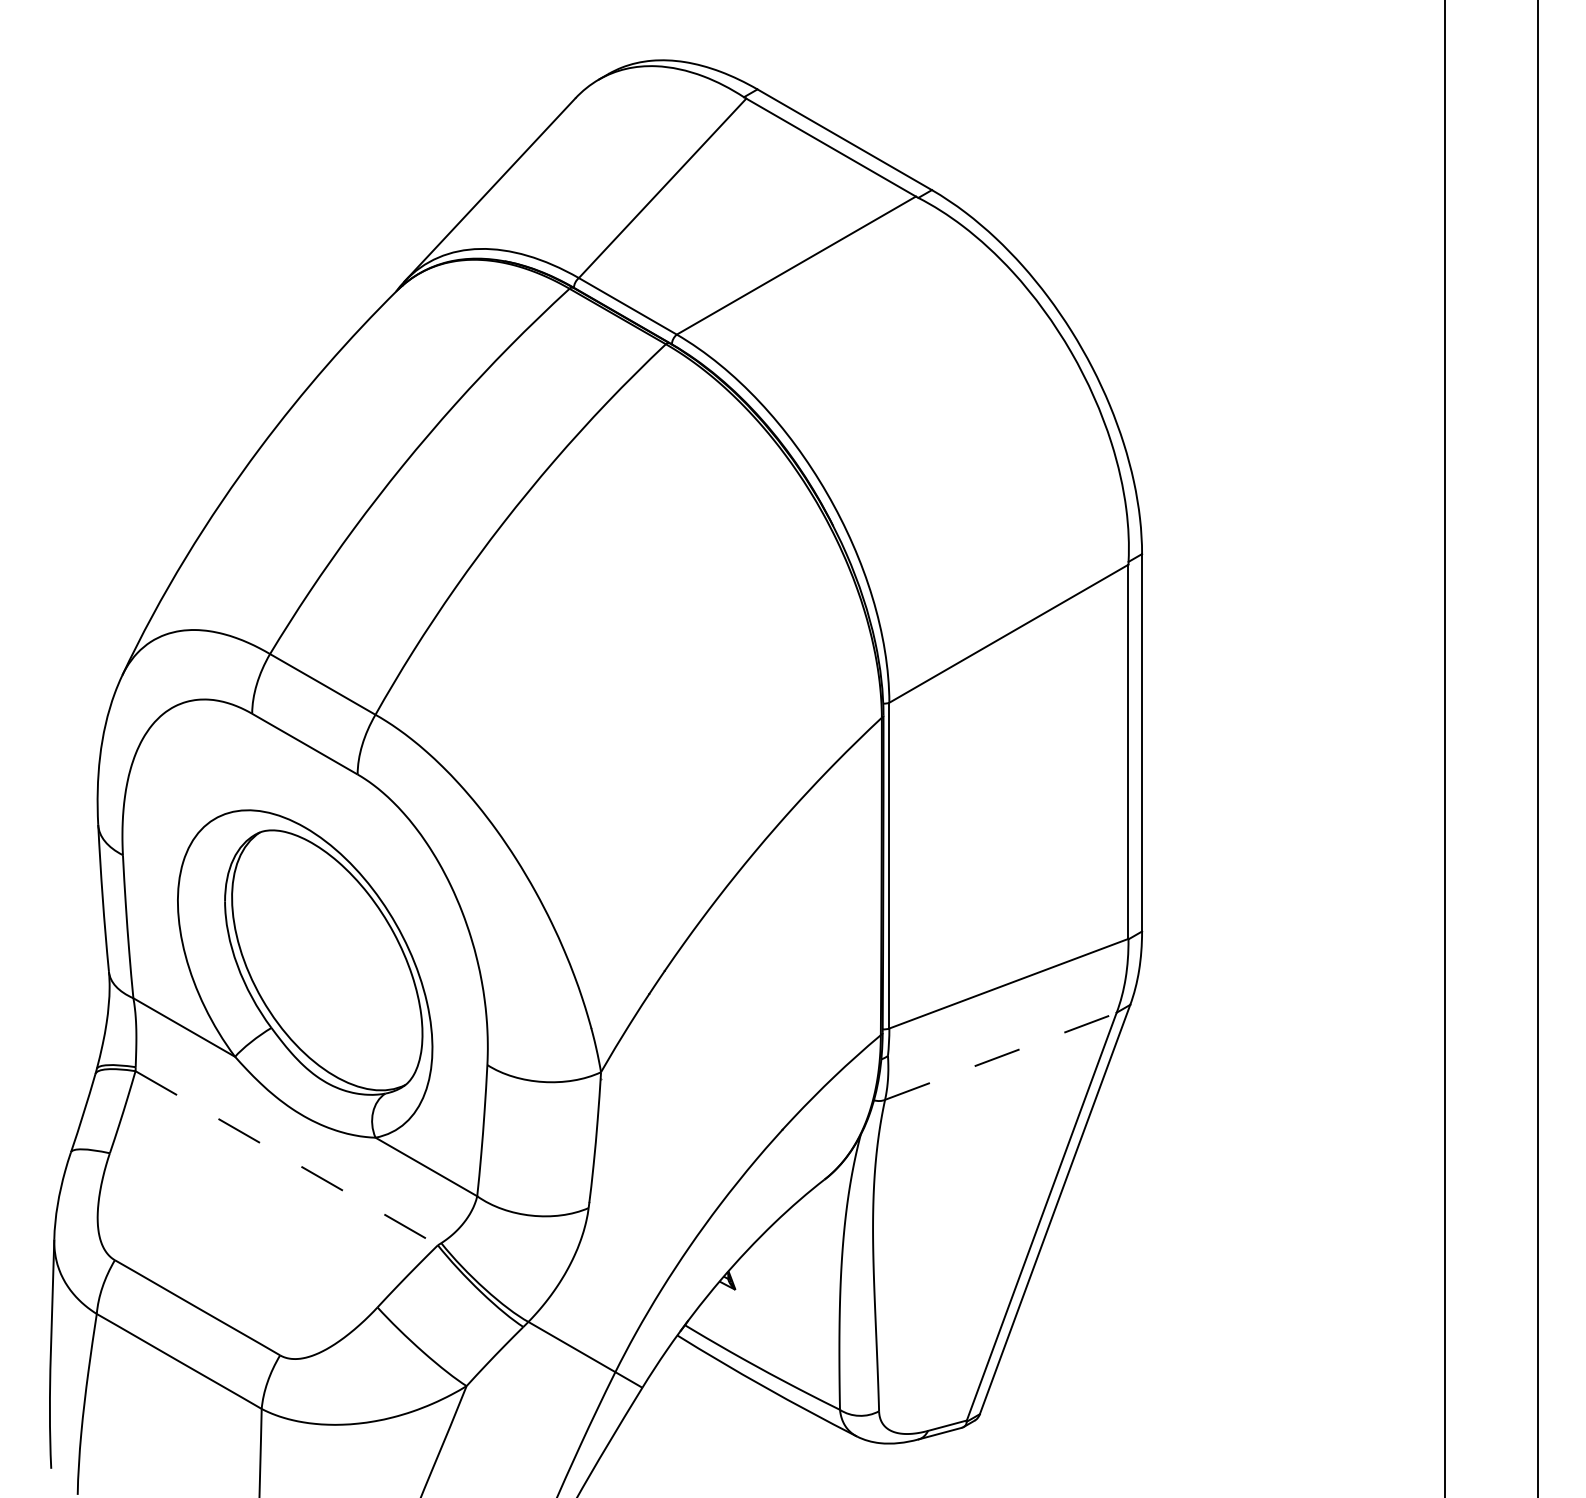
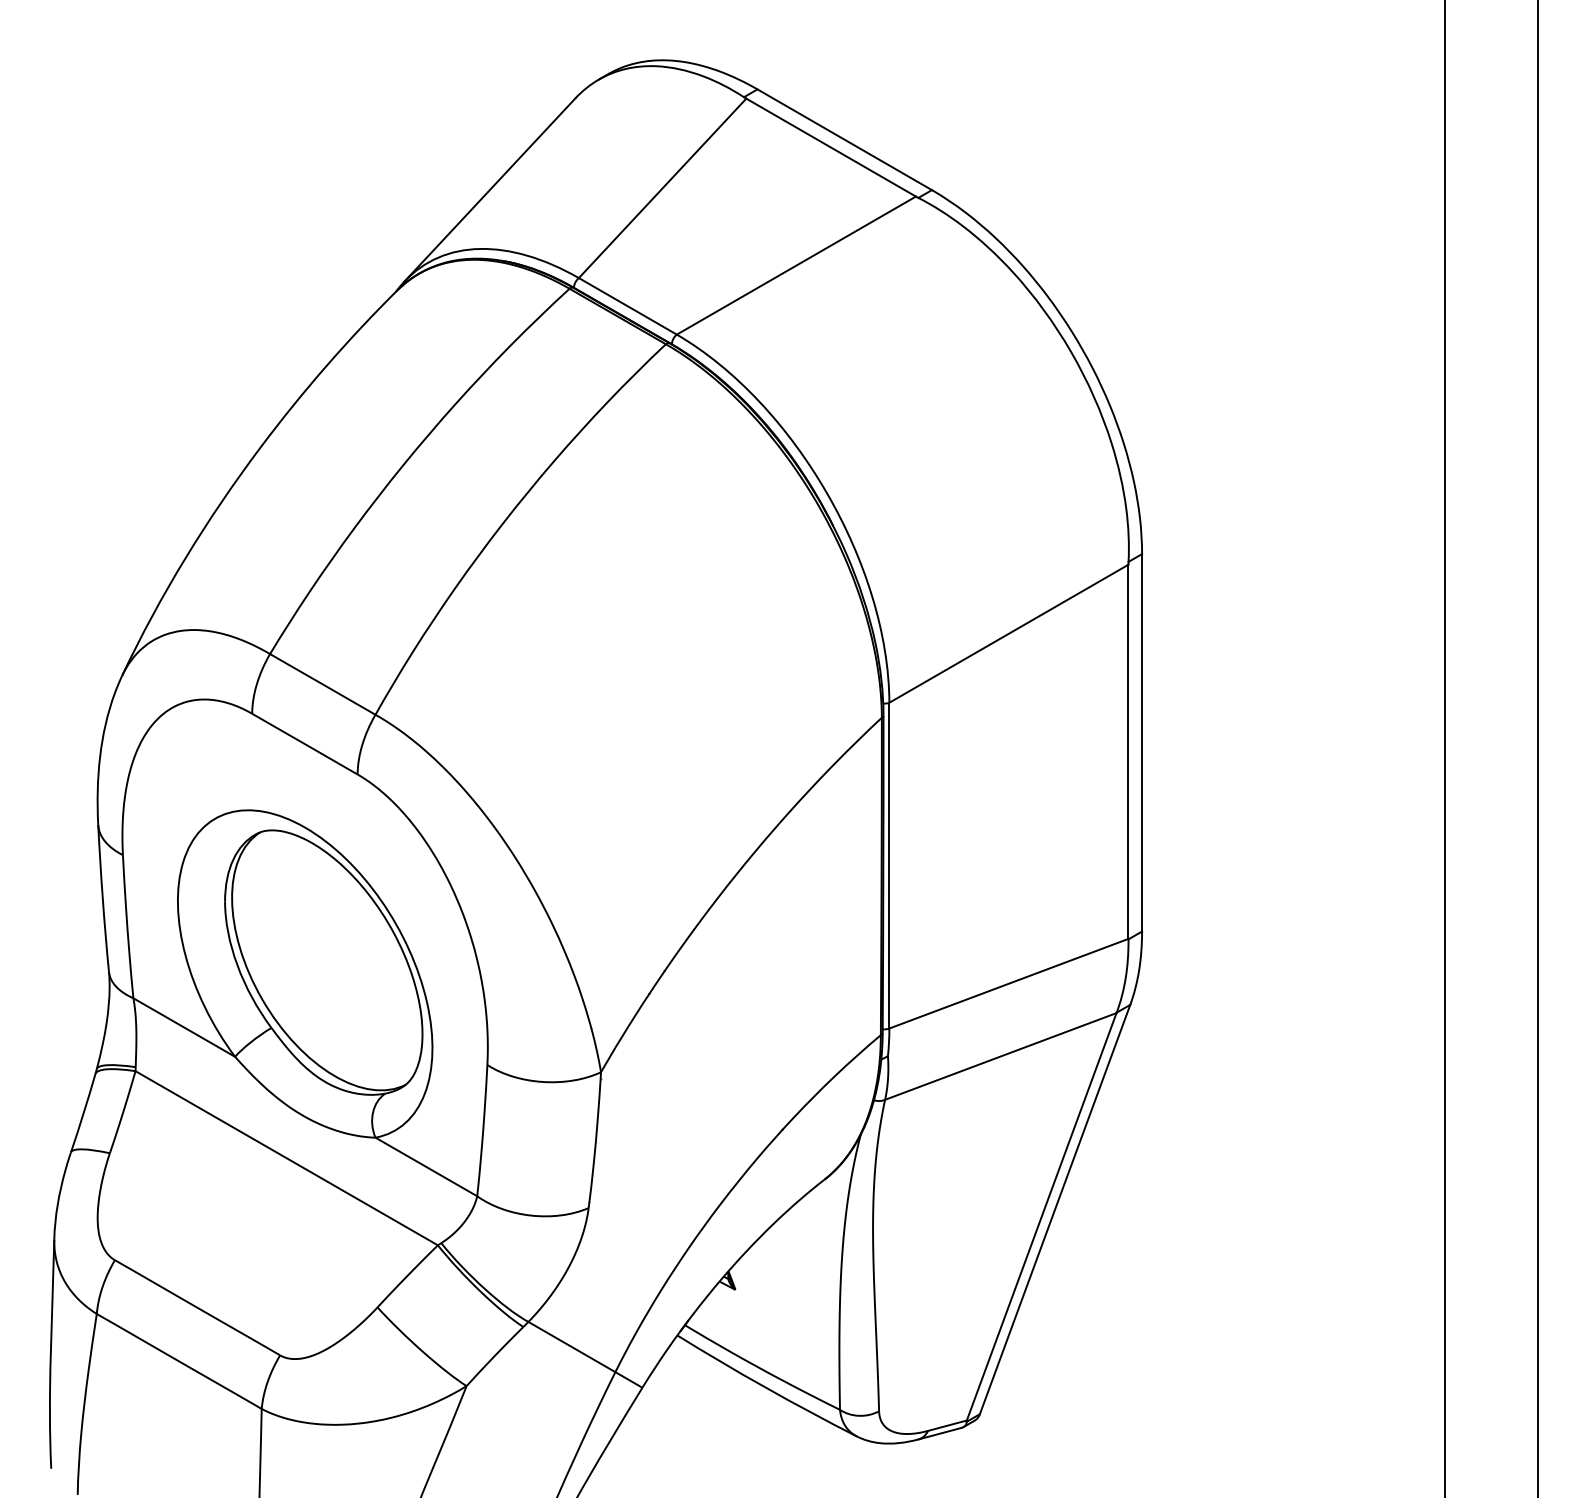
line at (1000, 1056): dashed -> solid
line at (287, 1158): dashed -> solid
